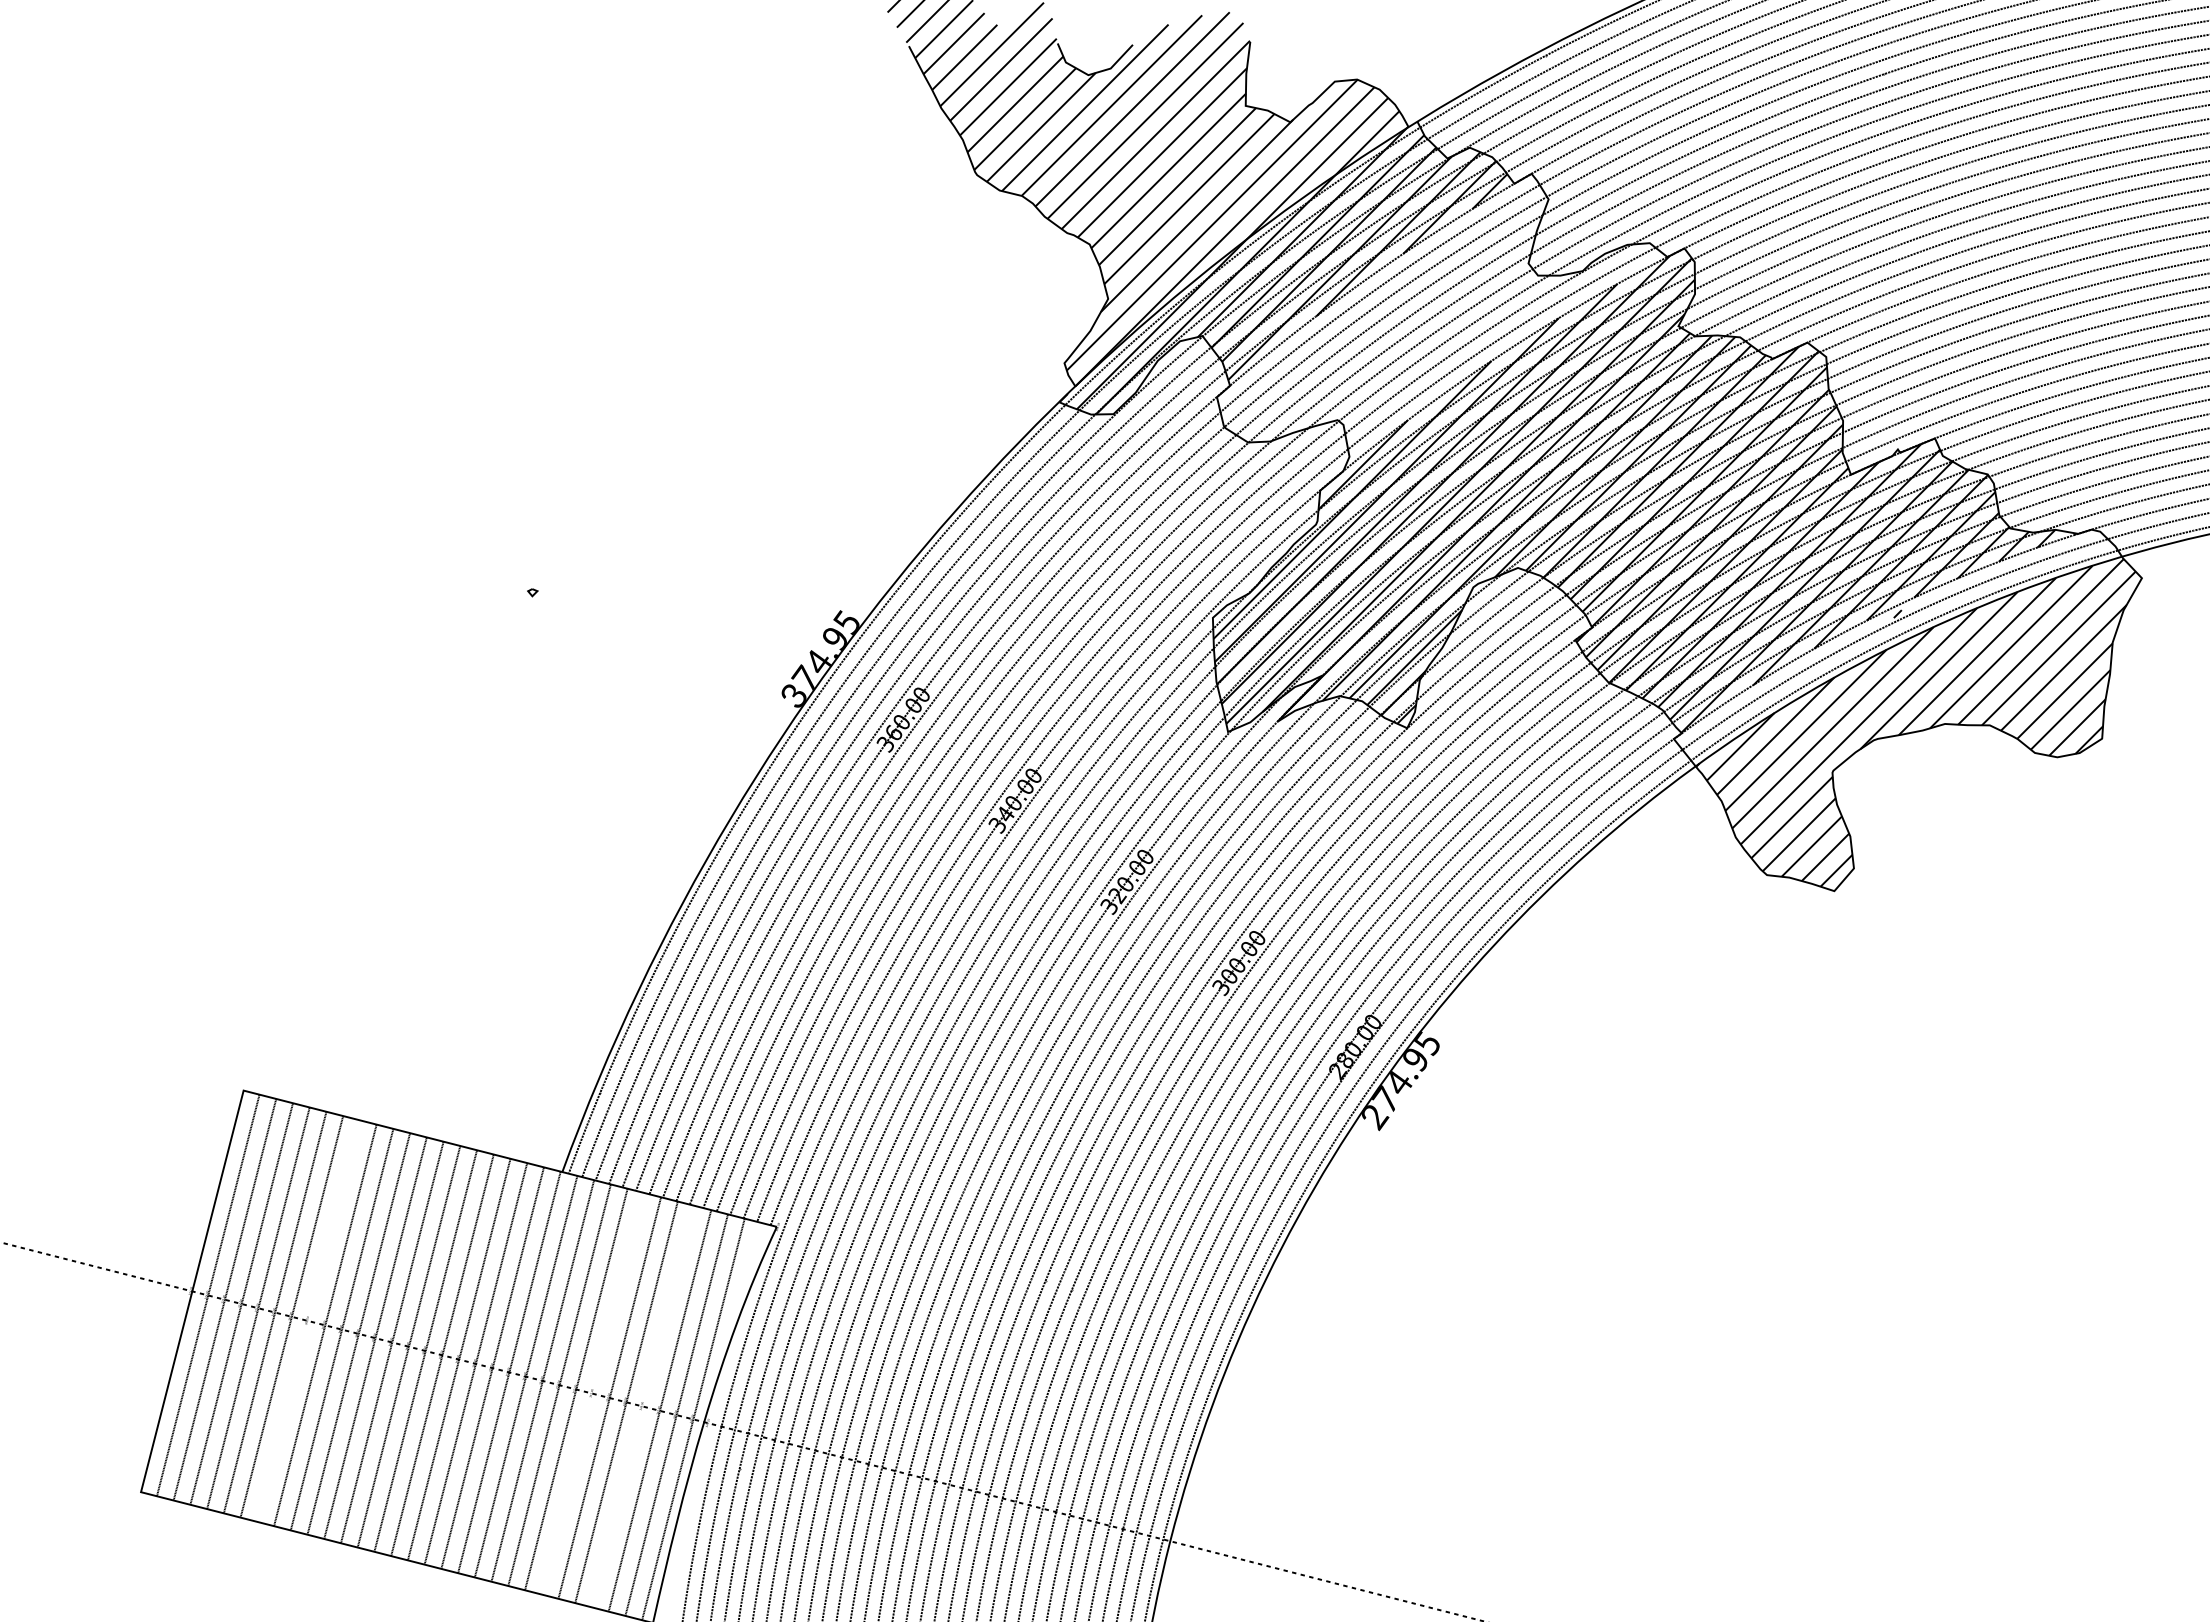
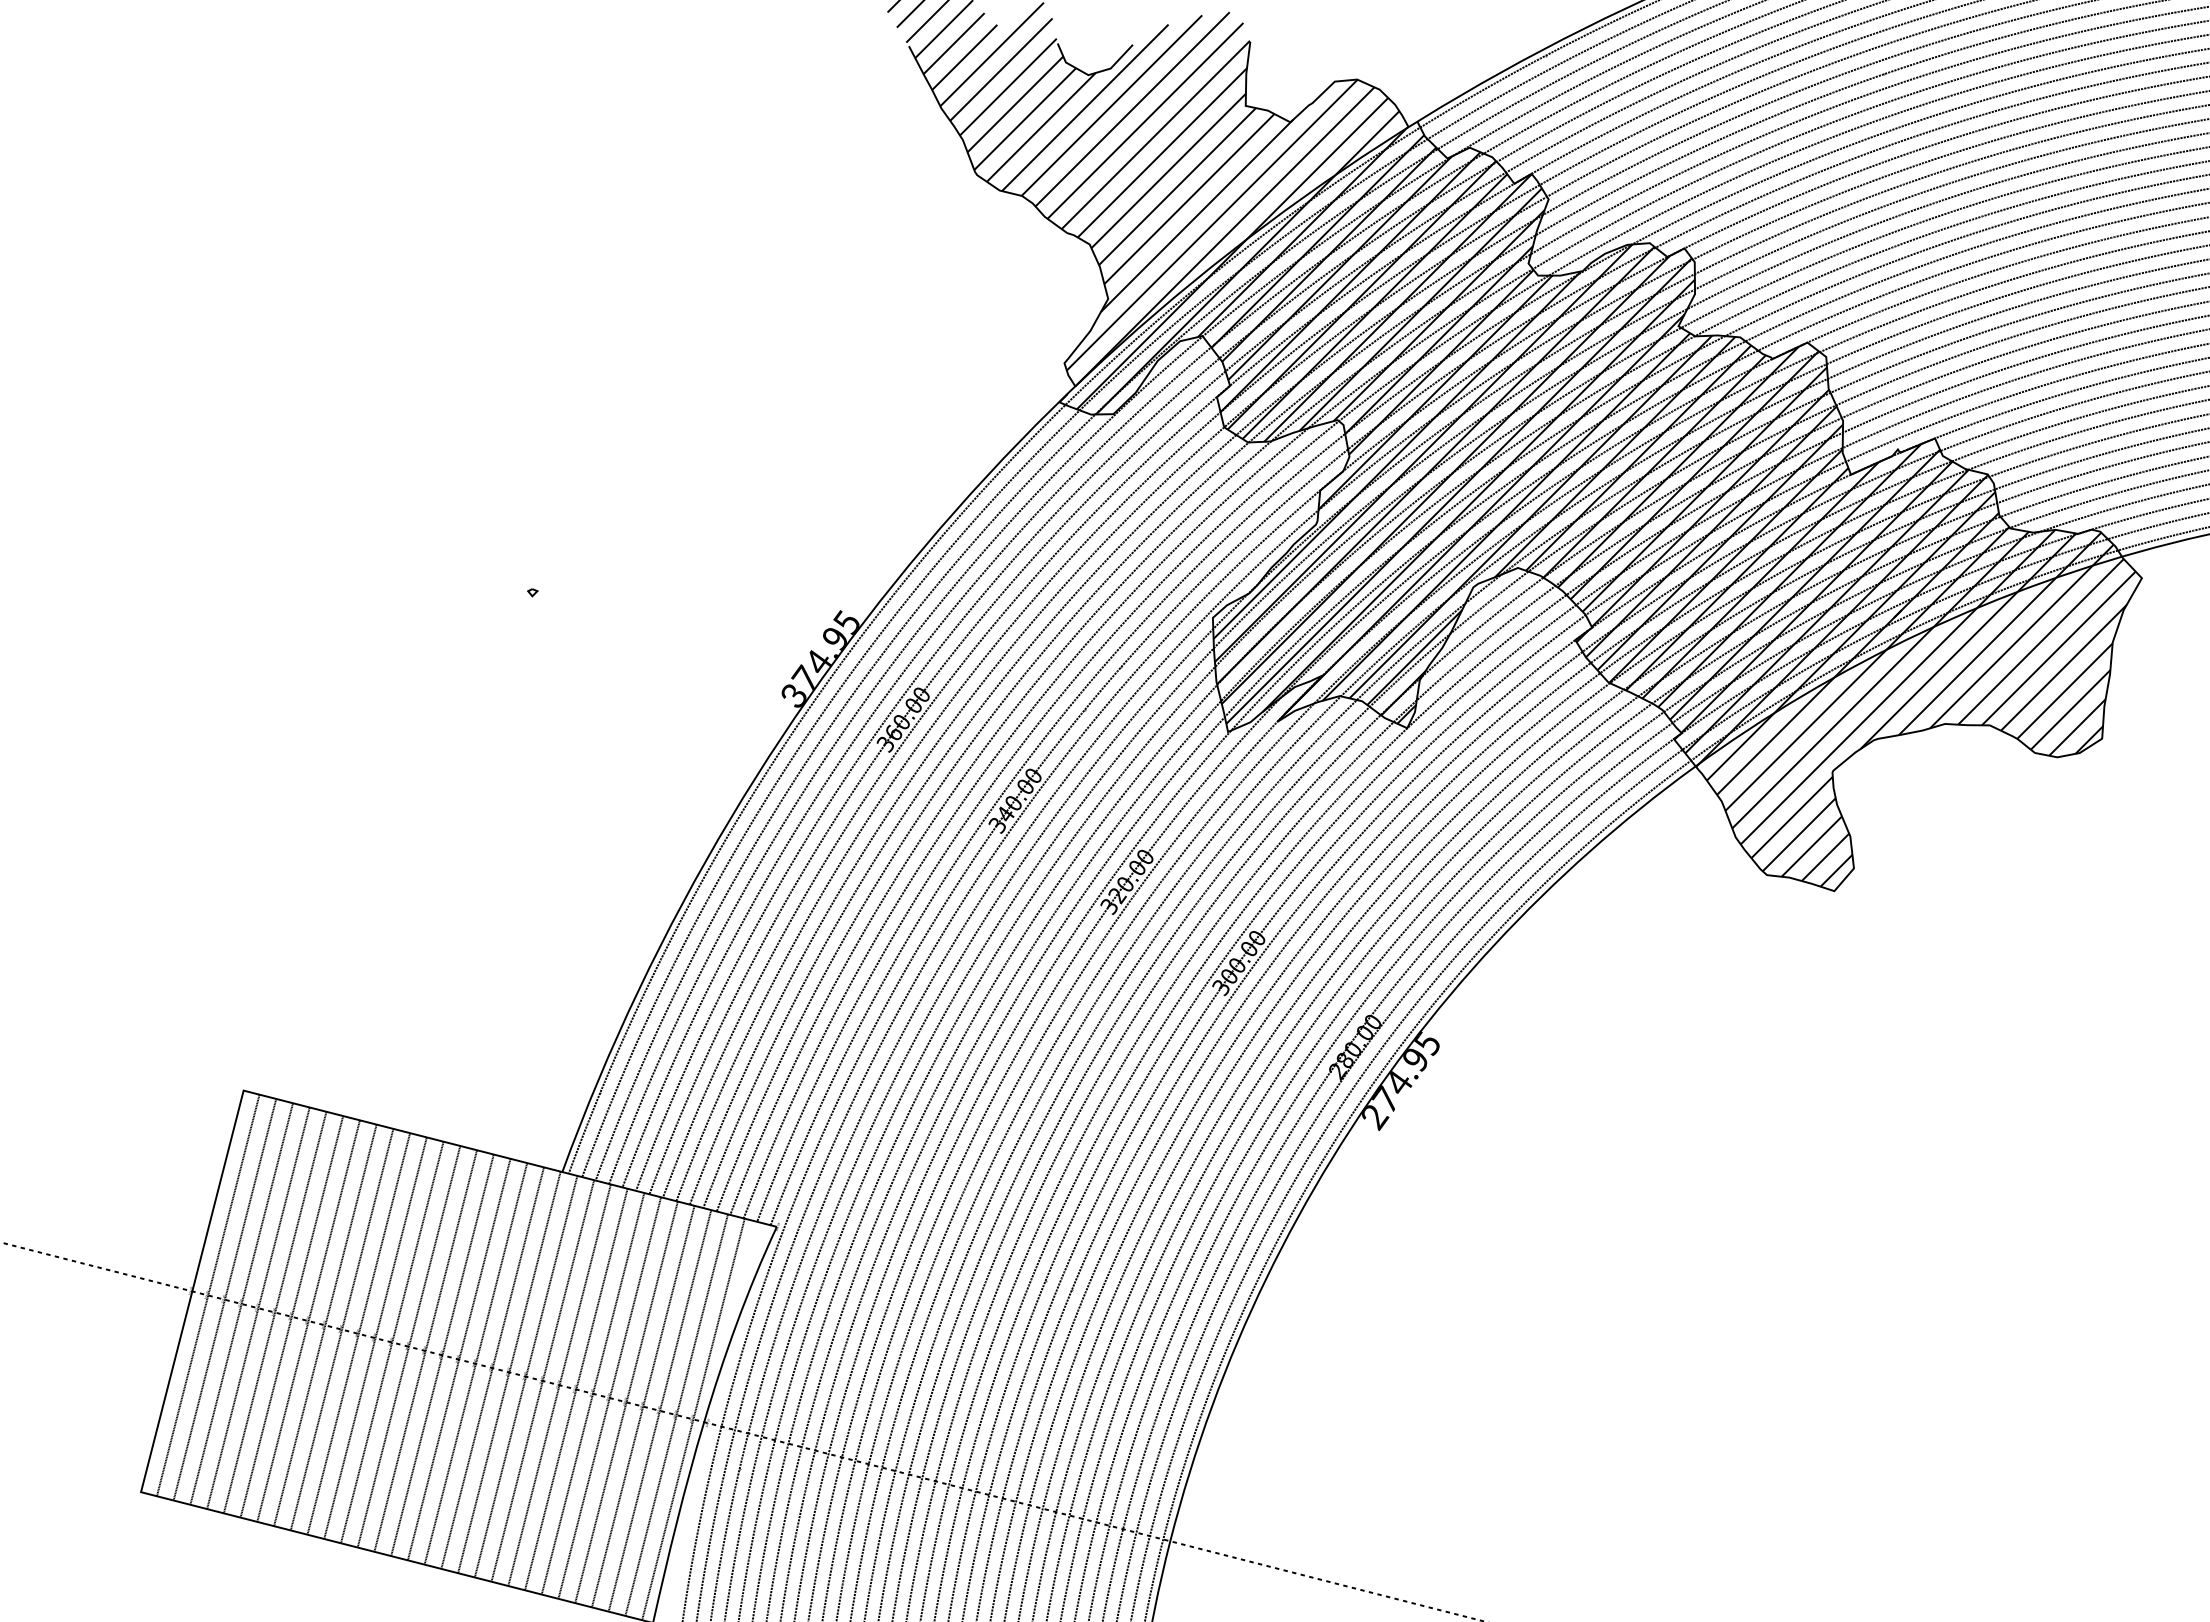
hatch at (1437, 314): none -> present
hatch at (1893, 647): none -> present
line at (308, 1320): none -> present
line at (592, 1393): none -> present
line at (642, 1406): none -> present
